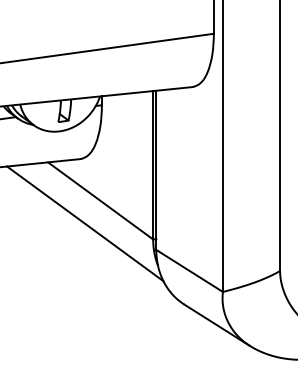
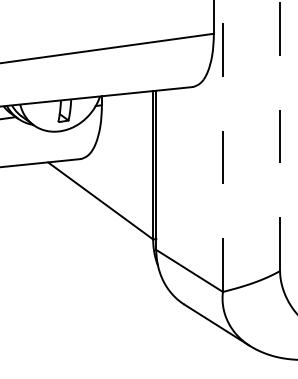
line at (280, 135): solid -> dashed
line at (222, 146): solid -> dashed
line at (85, 223): present -> none
